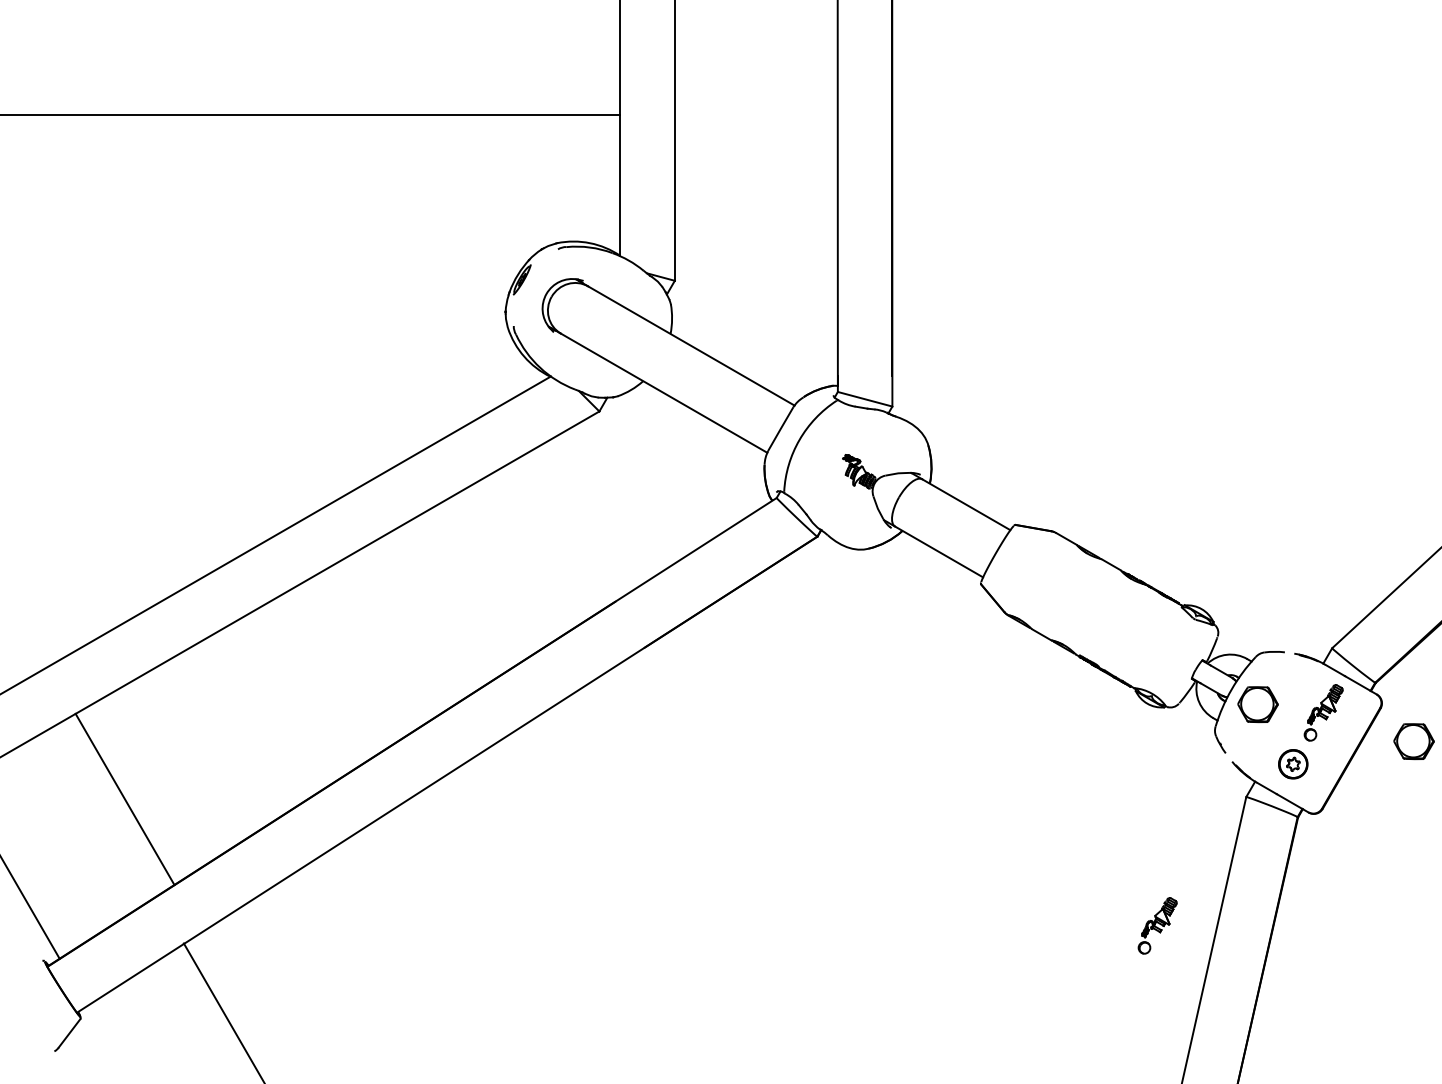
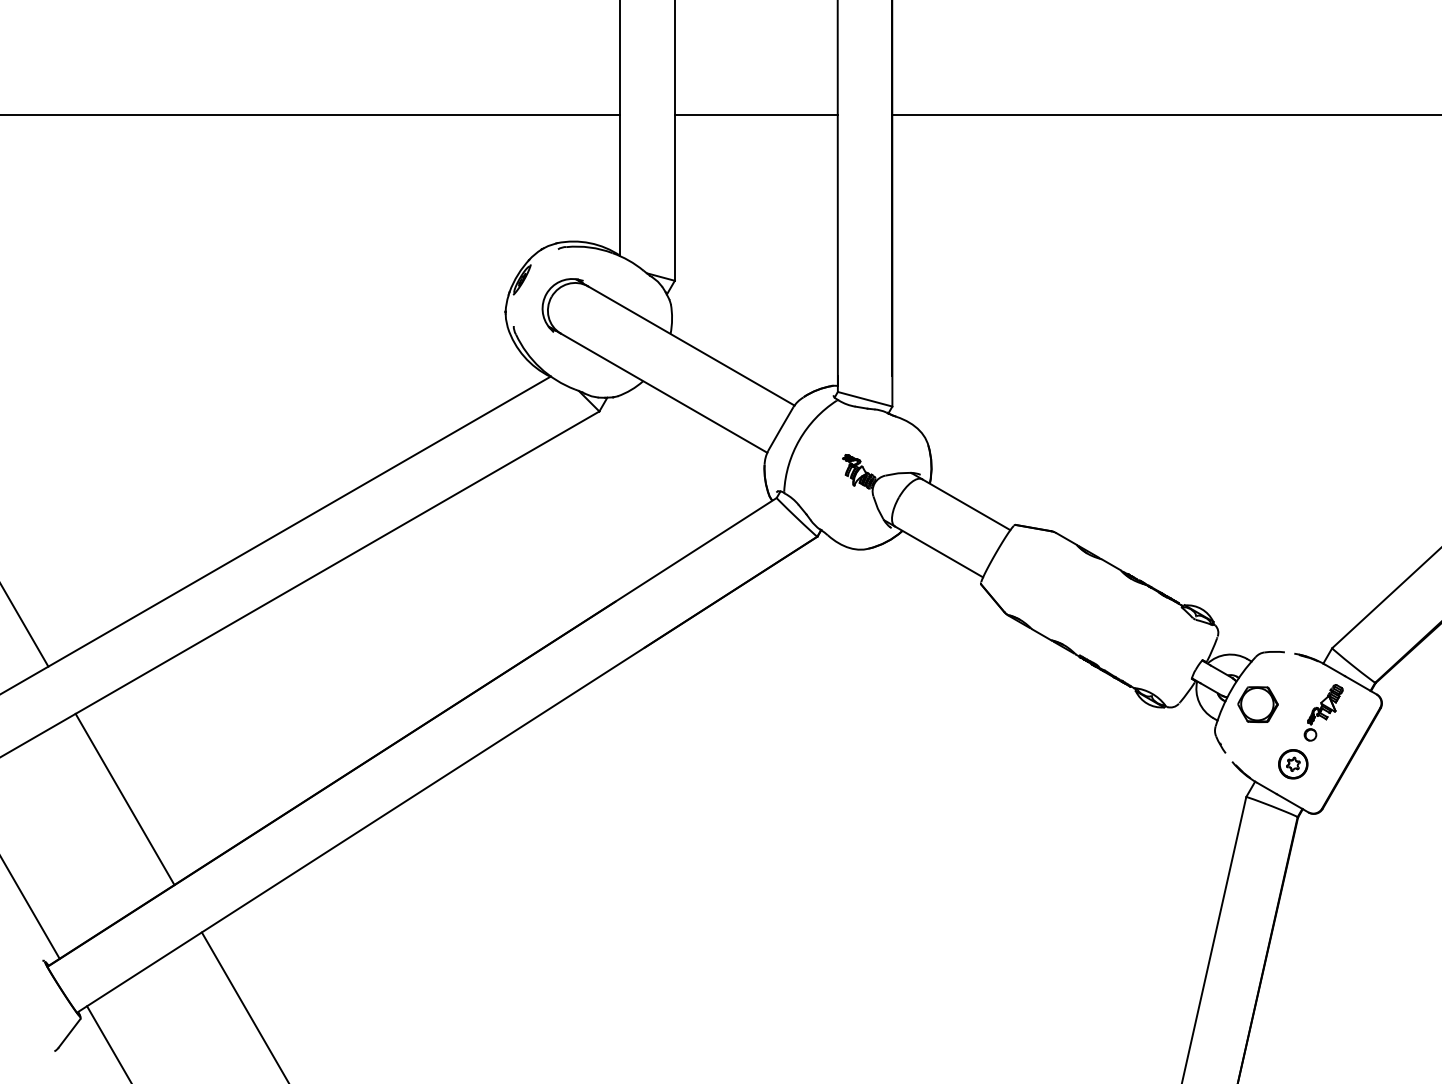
line at (755, 115): none -> present
line at (1165, 115): none -> present
line at (25, 626): none -> present
part at (1413, 741): present -> none
part at (1157, 925): present -> none
line at (222, 1011) position: (222, 1011) -> (244, 1006)
line at (108, 1043): none -> present
